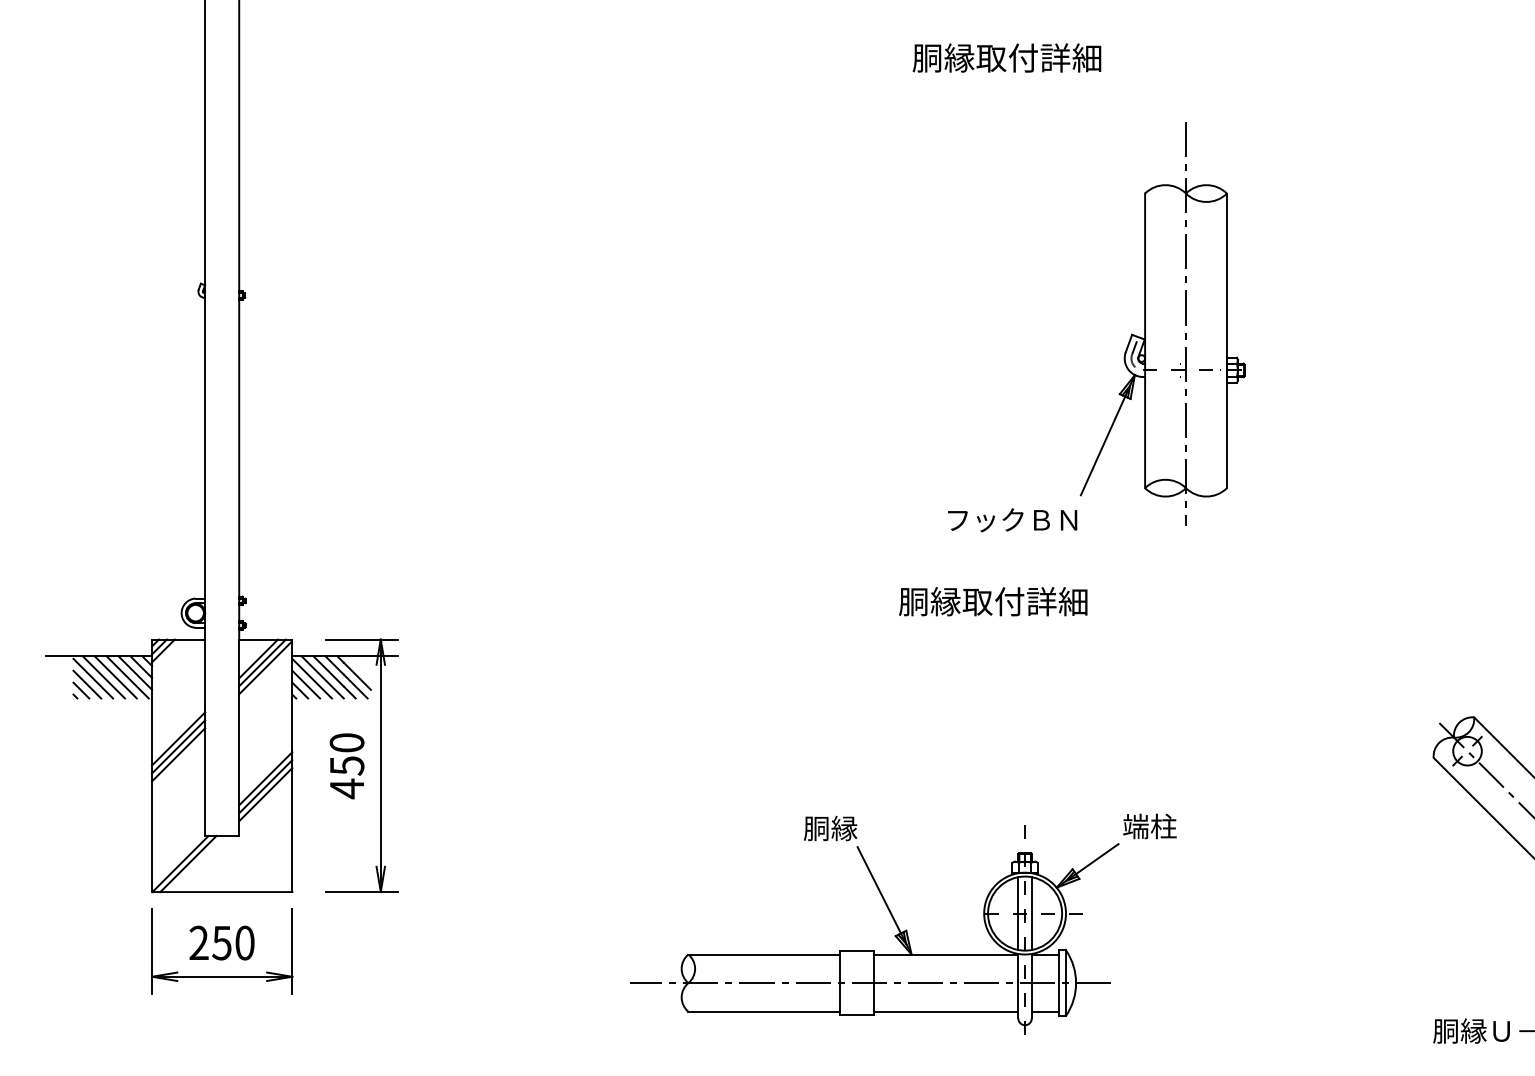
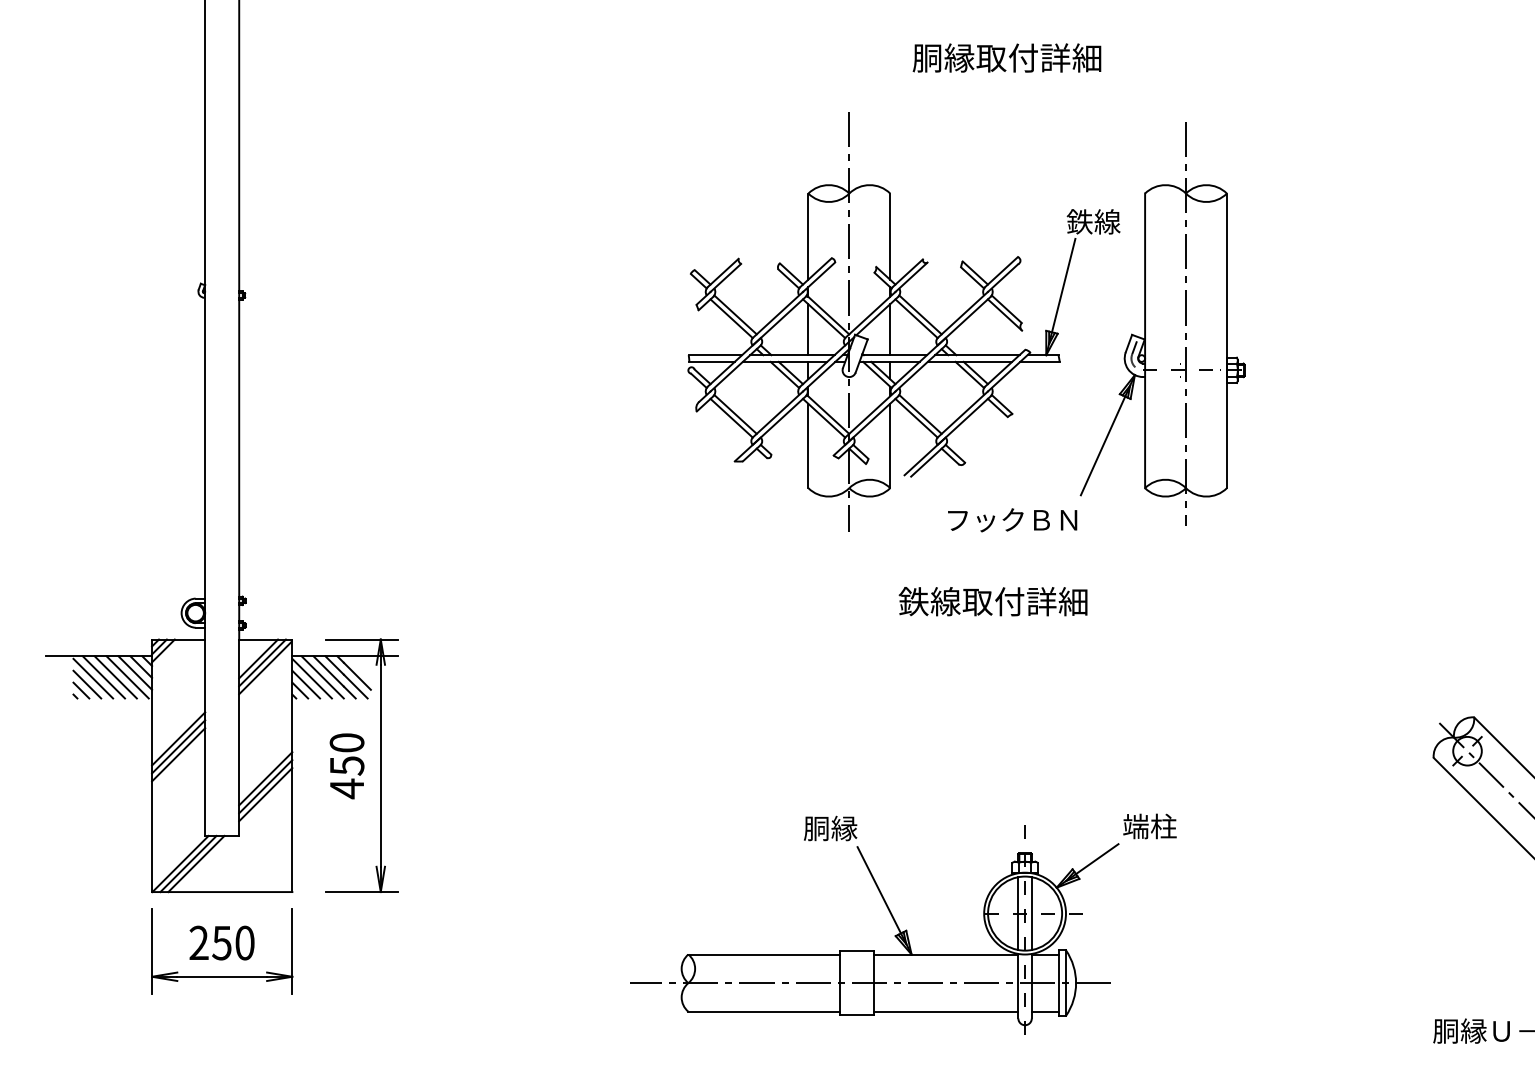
part at (903, 321): none -> present
text at (929, 601): 胴縁取付詳細 -> 鉄線取付詳細
line at (196, 863): none -> present
